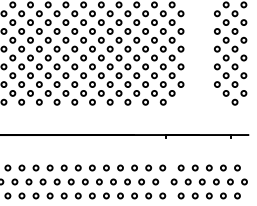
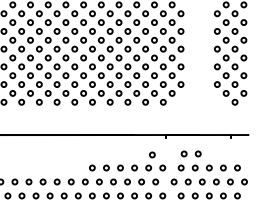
part at (190, 153): none -> present
circle at (152, 154): none -> present
part at (42, 167): present -> none
